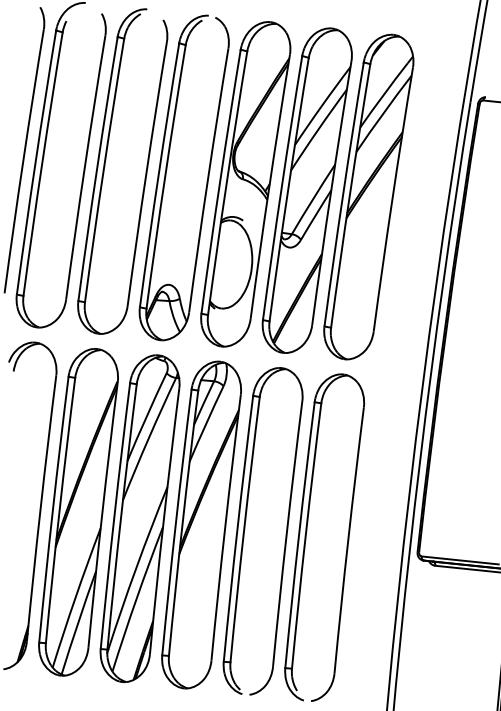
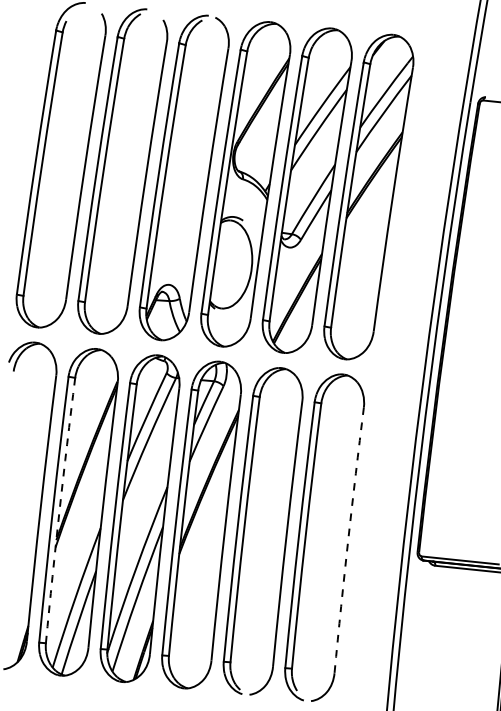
part at (24, 150): present -> none
arc at (59, 510): solid -> dashed
arc at (348, 540): solid -> dashed
